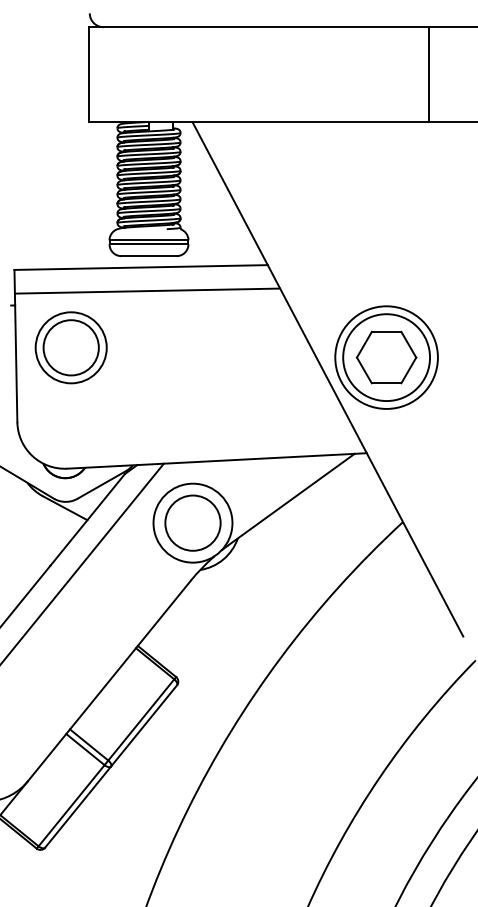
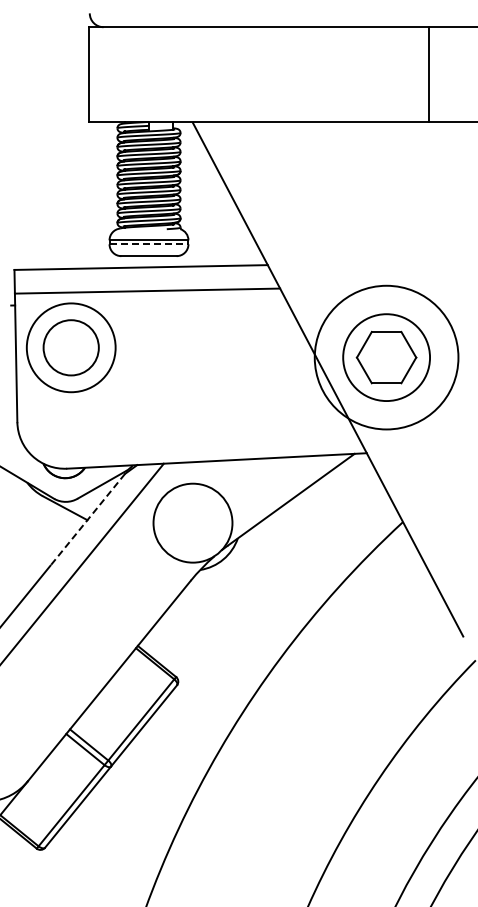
line at (149, 244): solid -> dashed
circle at (70, 347) diameter: 71 px -> 89 px
circle at (386, 357) diameter: 103 px -> 144 px
line at (87, 520): solid -> dashed
circle at (192, 522): present -> none
